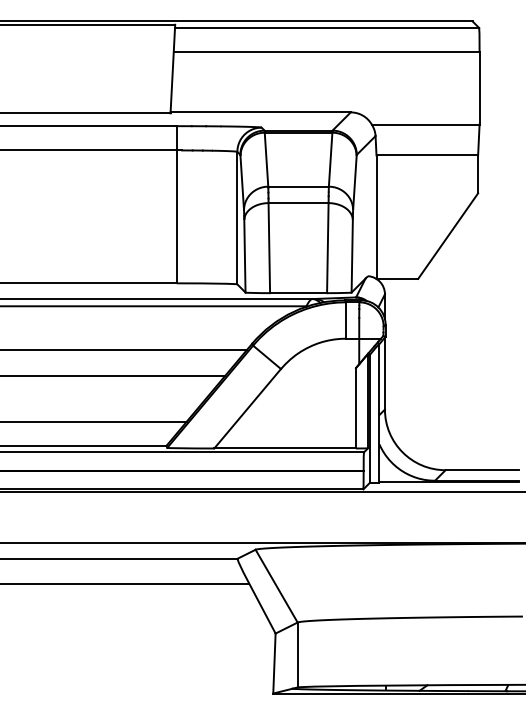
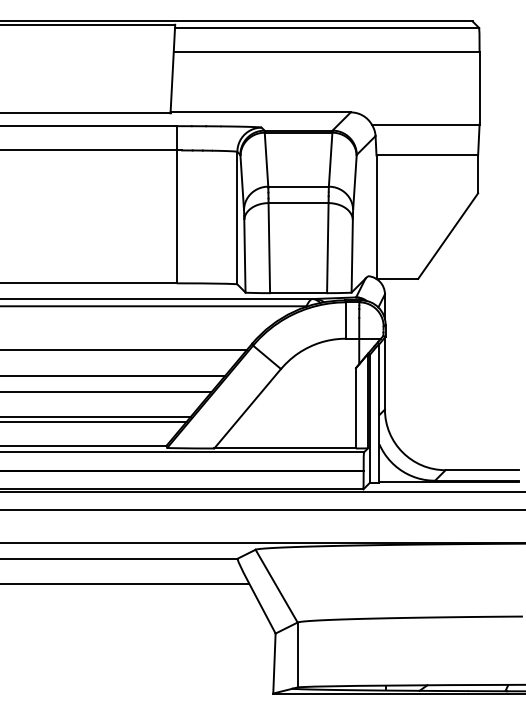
line at (106, 392): none -> present
line at (96, 416): none -> present
line at (262, 510): none -> present
